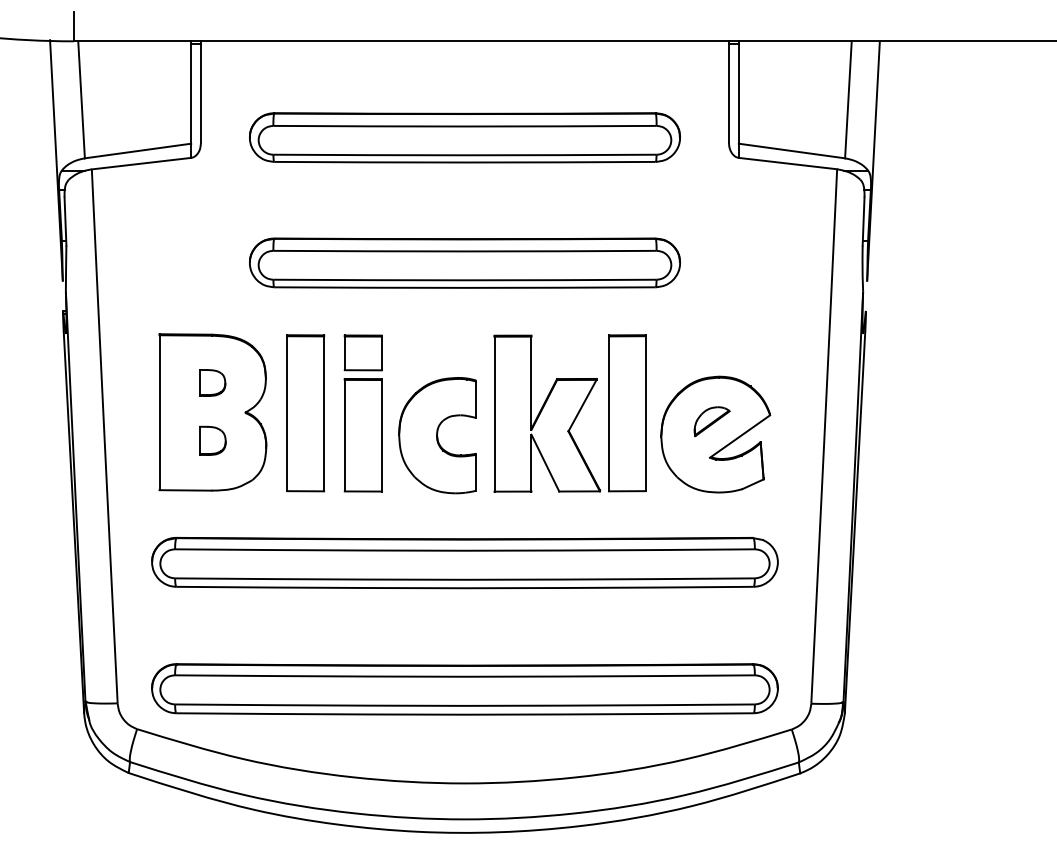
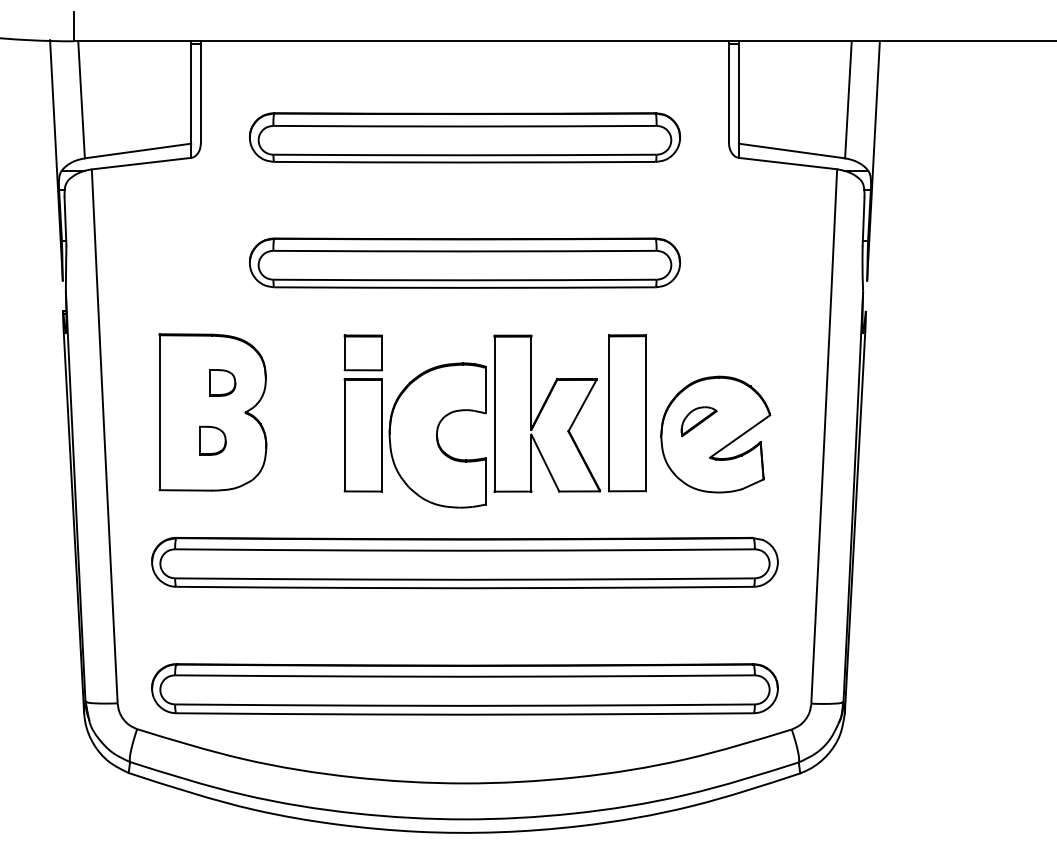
part at (212, 382) position: (212, 382) -> (222, 382)
part at (305, 413): present -> none
part at (711, 421) position: (711, 421) -> (698, 421)
part at (437, 435) size: 79x118 px -> 99x147 px
